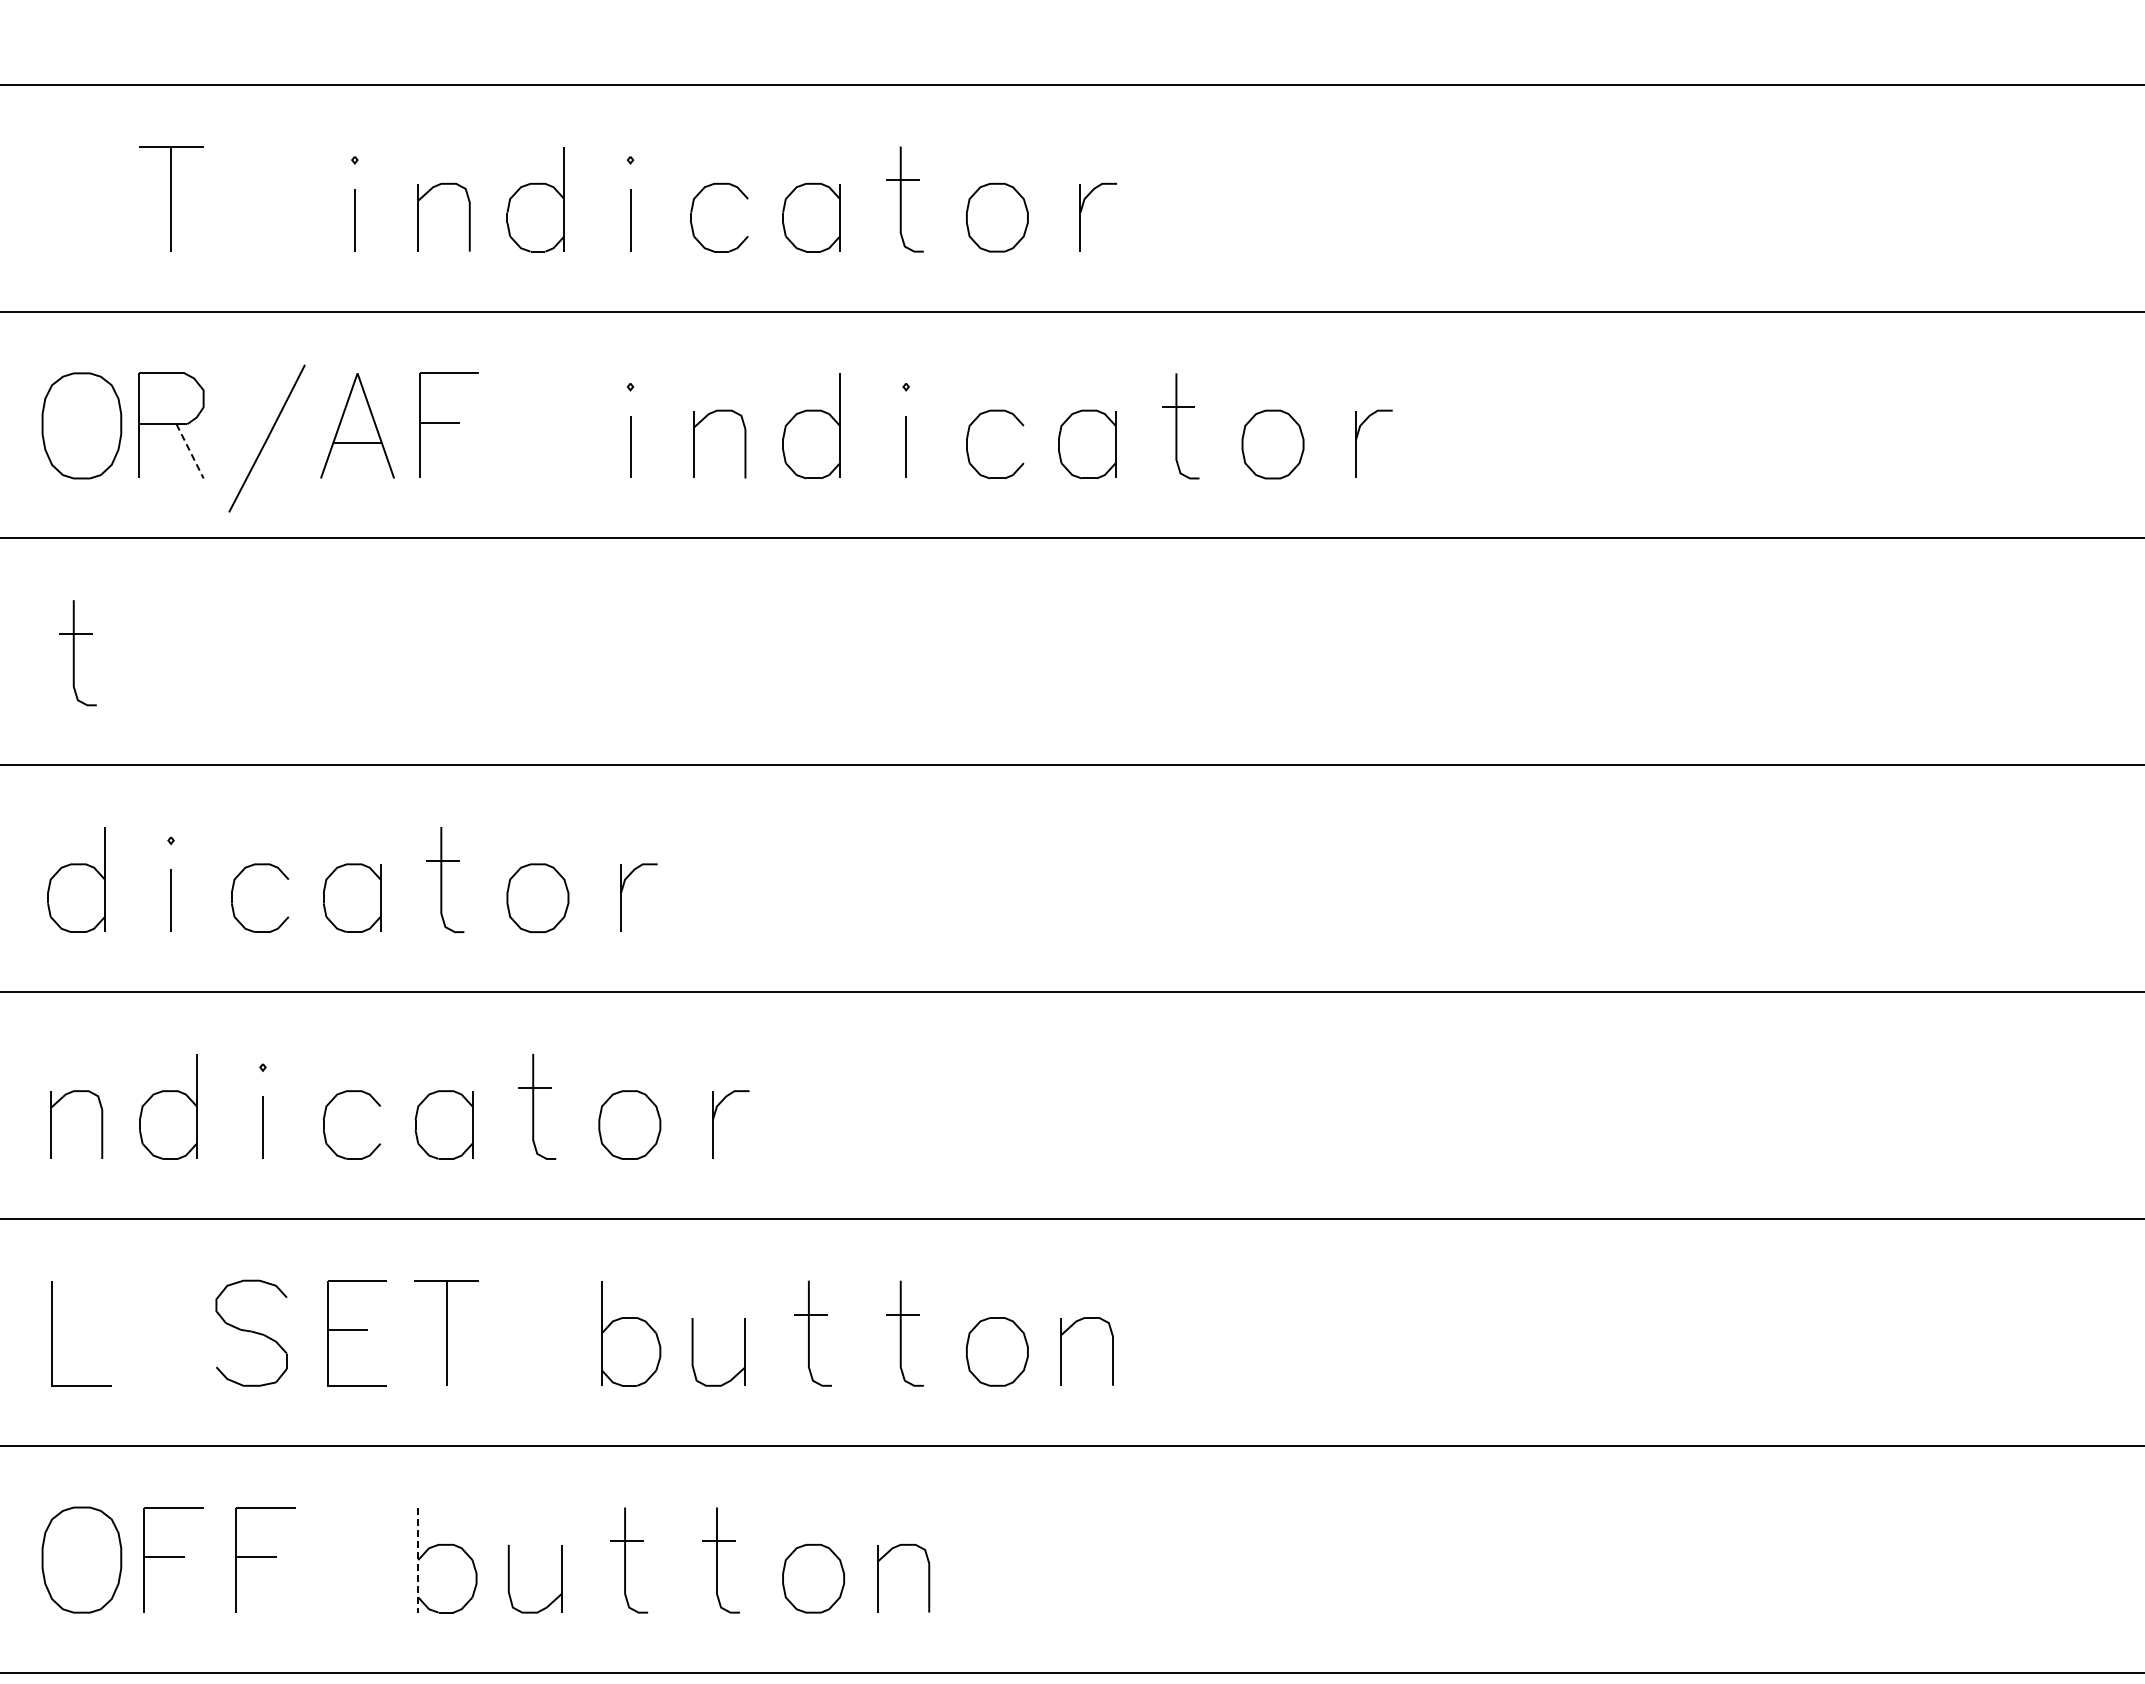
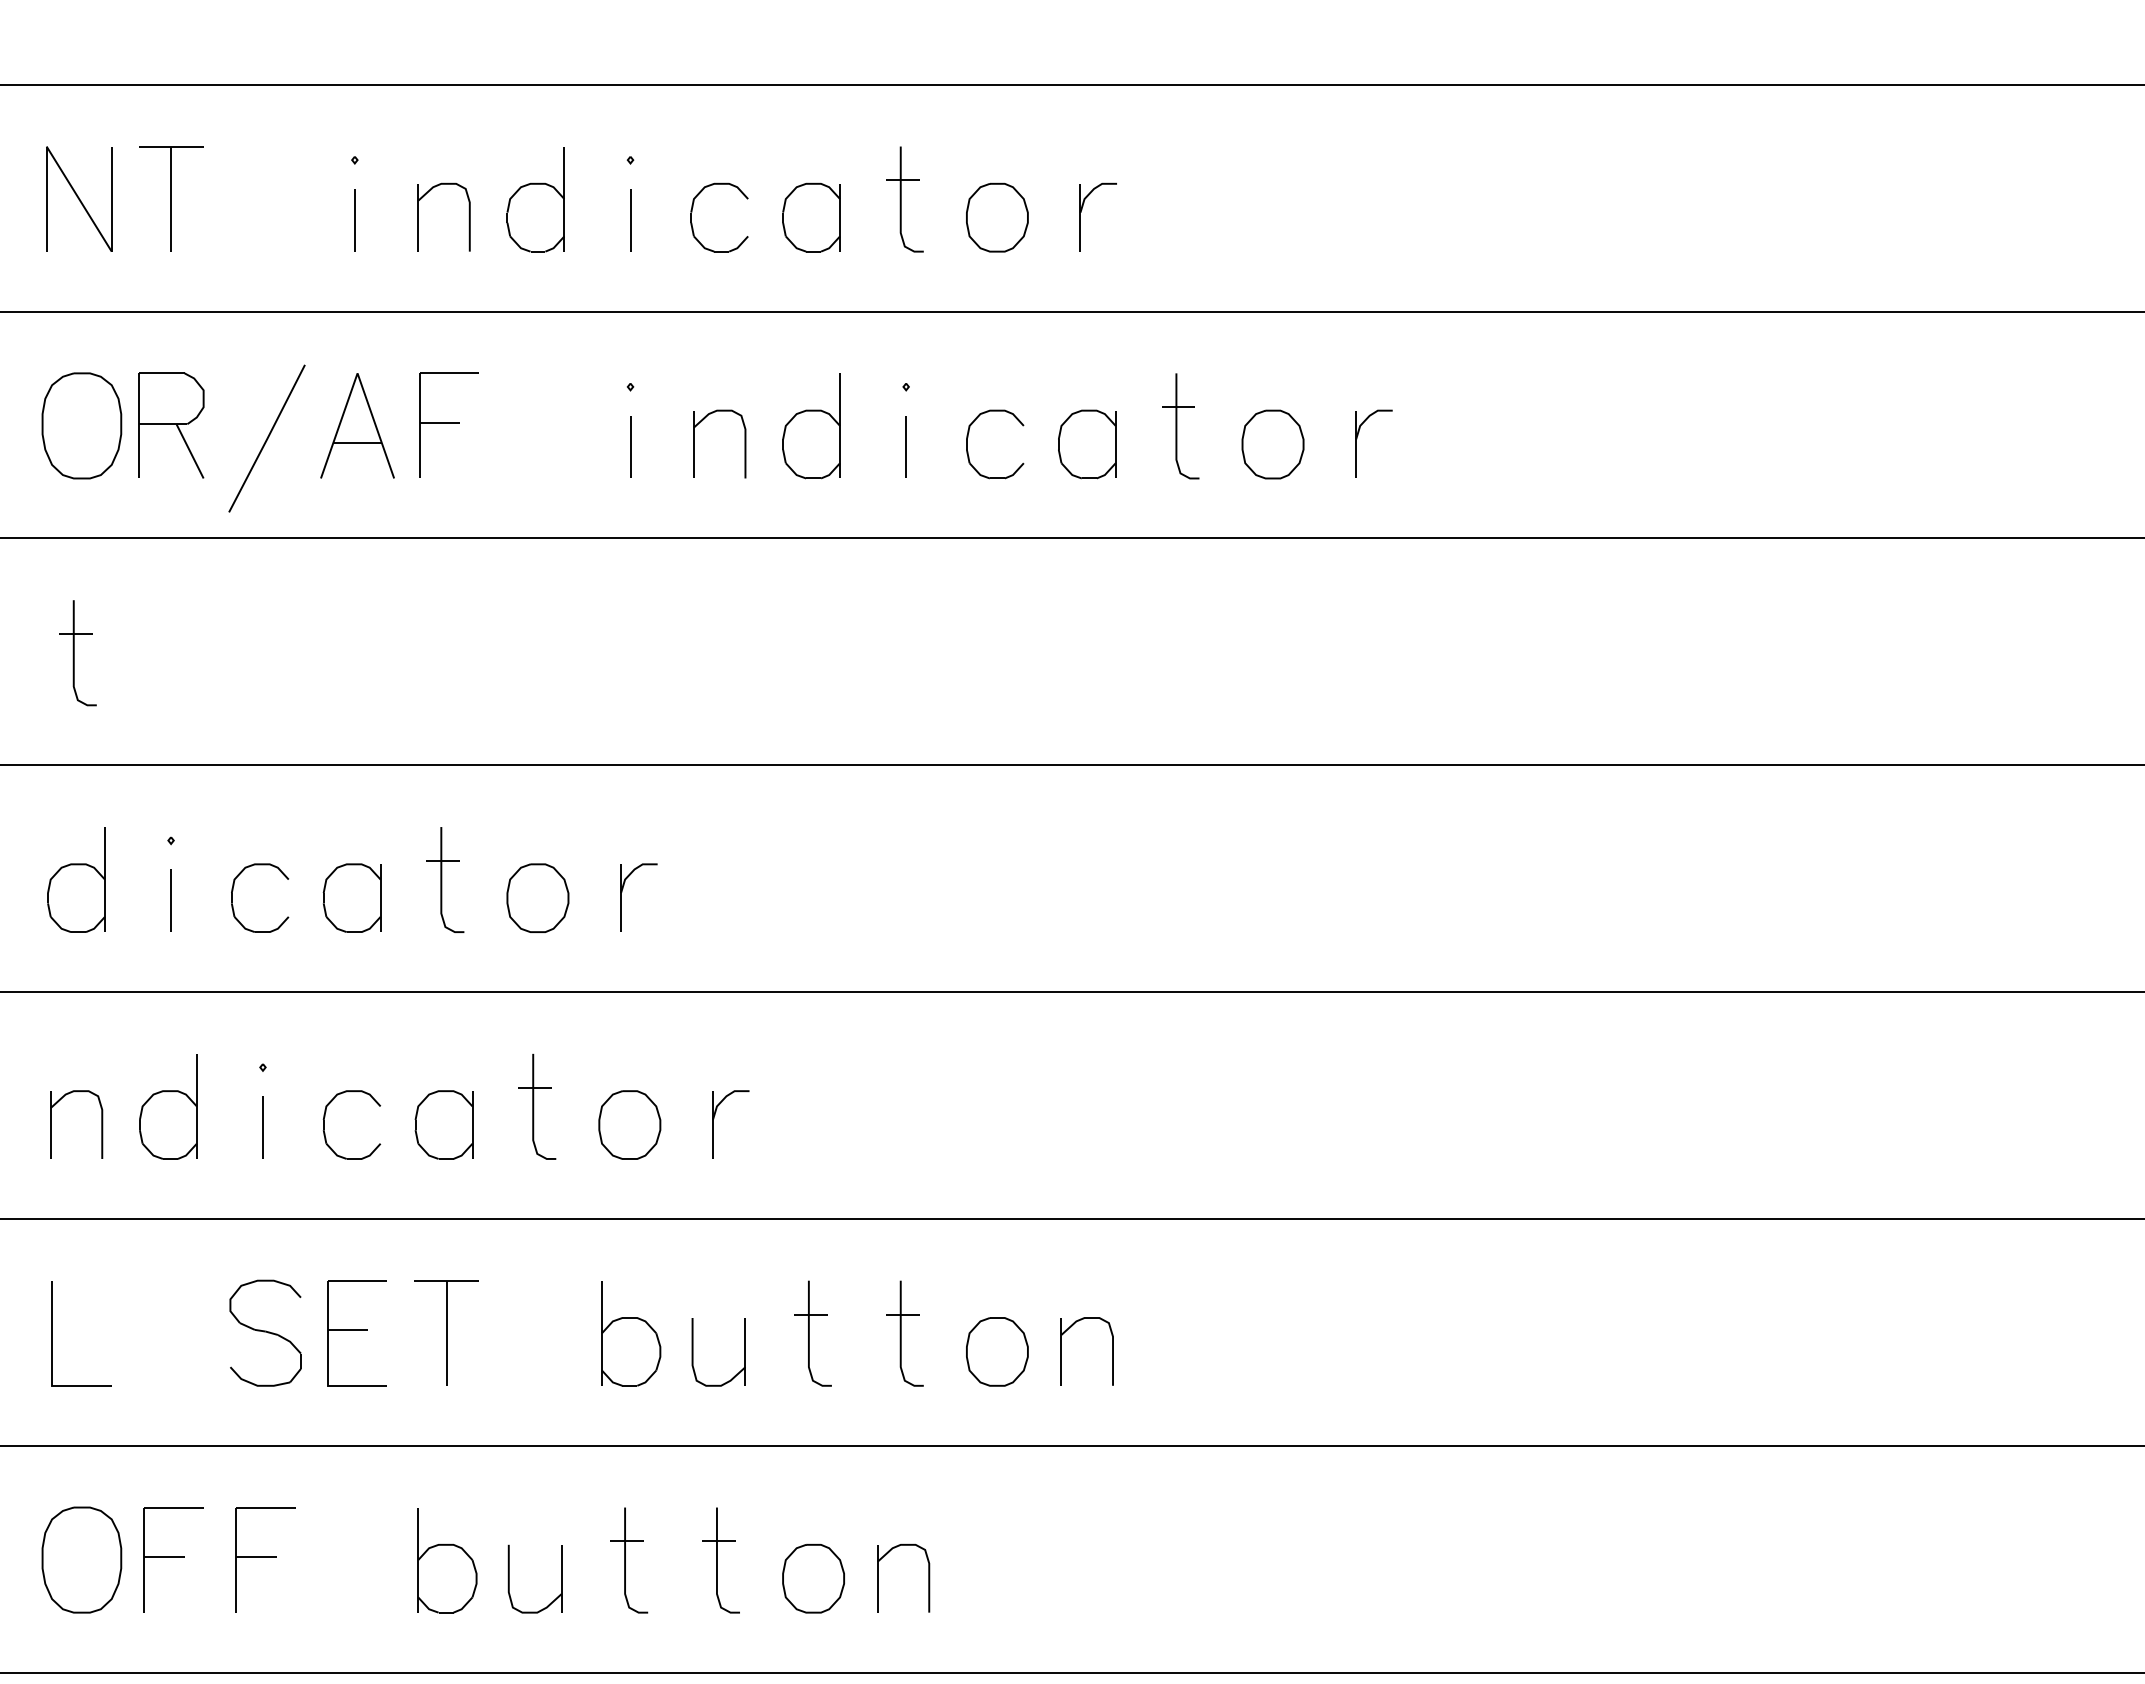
part at (79, 198): none -> present
line at (190, 451): dashed -> solid
part at (251, 1332) position: (251, 1332) -> (265, 1332)
line at (418, 1560): dashed -> solid
